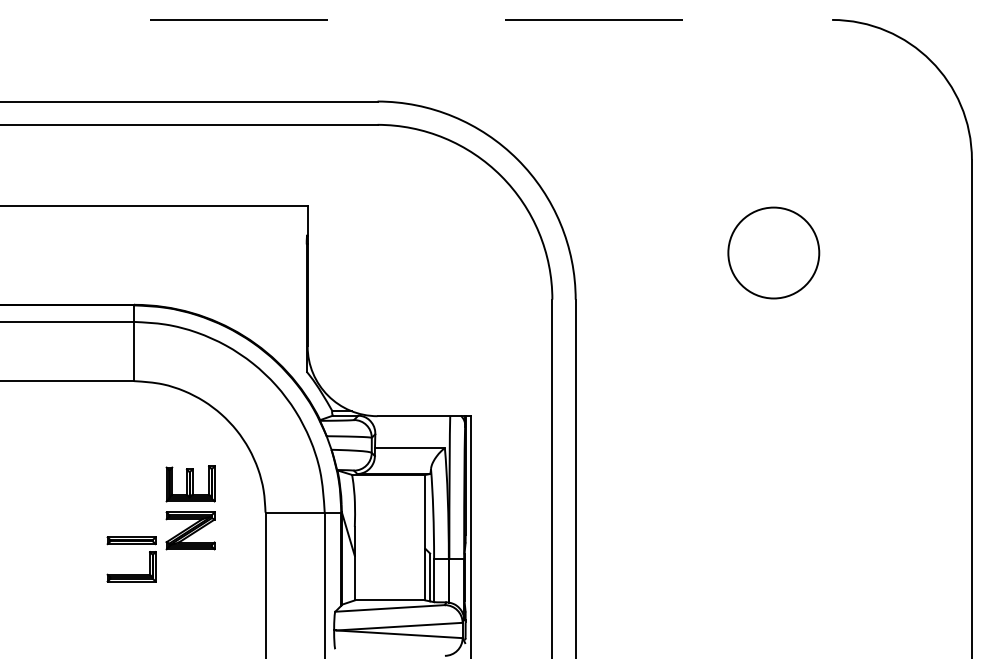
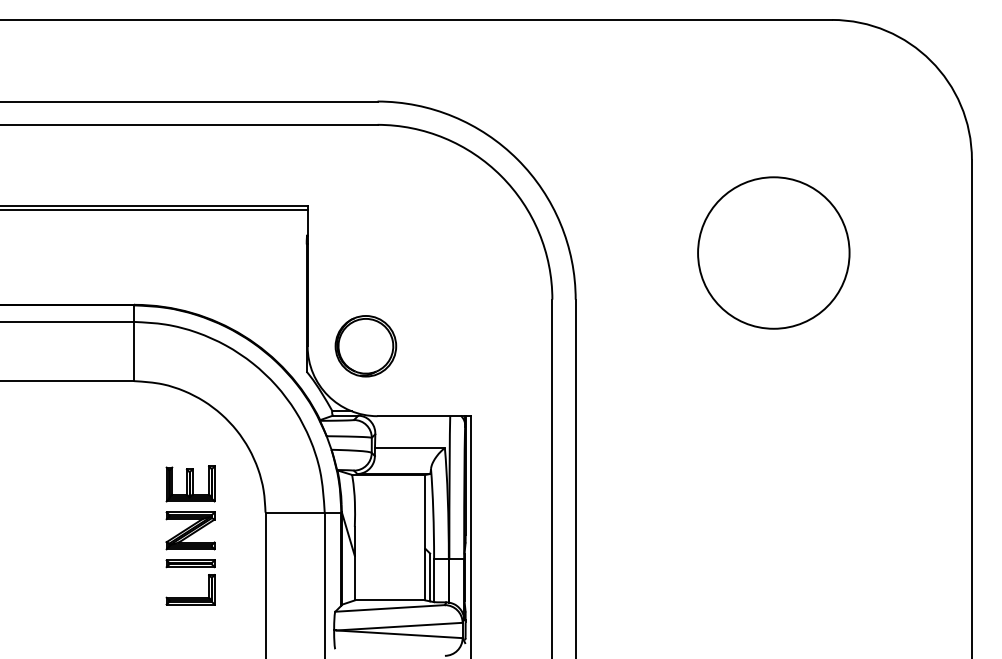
line at (416, 19): dashed -> solid
line at (154, 210): none -> present
circle at (773, 252) diameter: 91 px -> 152 px
part at (365, 346): none -> present
part at (131, 544) position: (131, 544) -> (190, 567)
